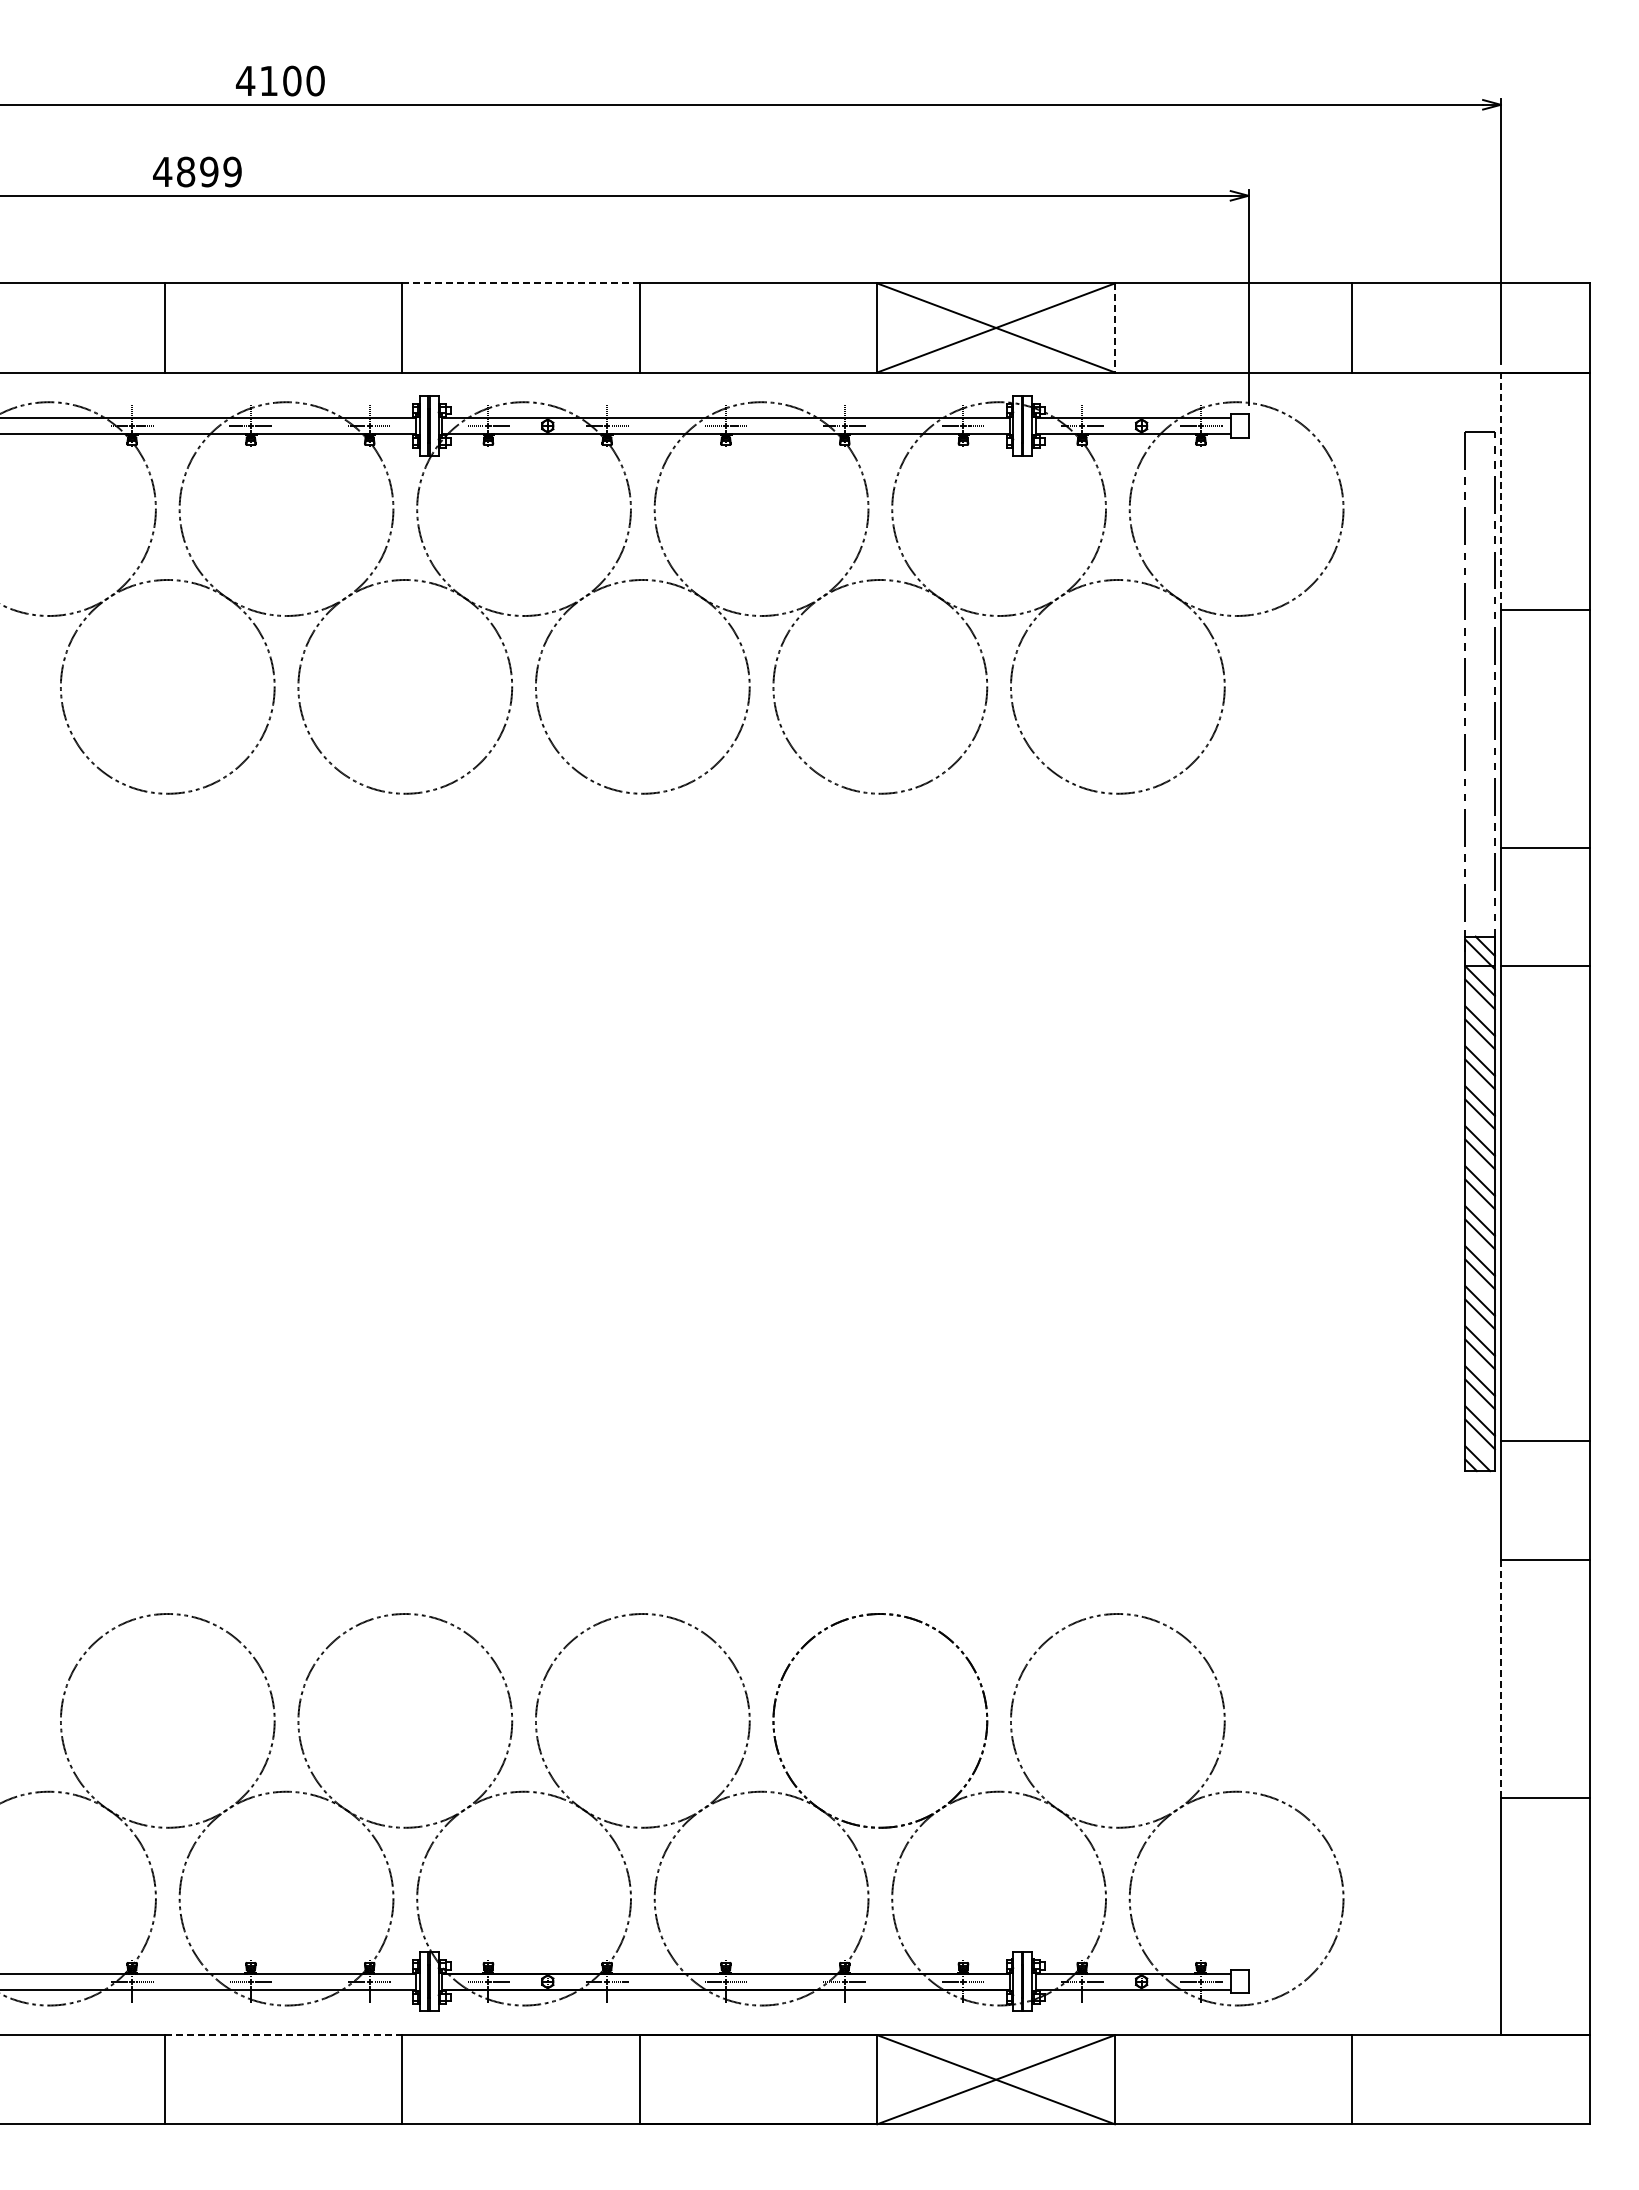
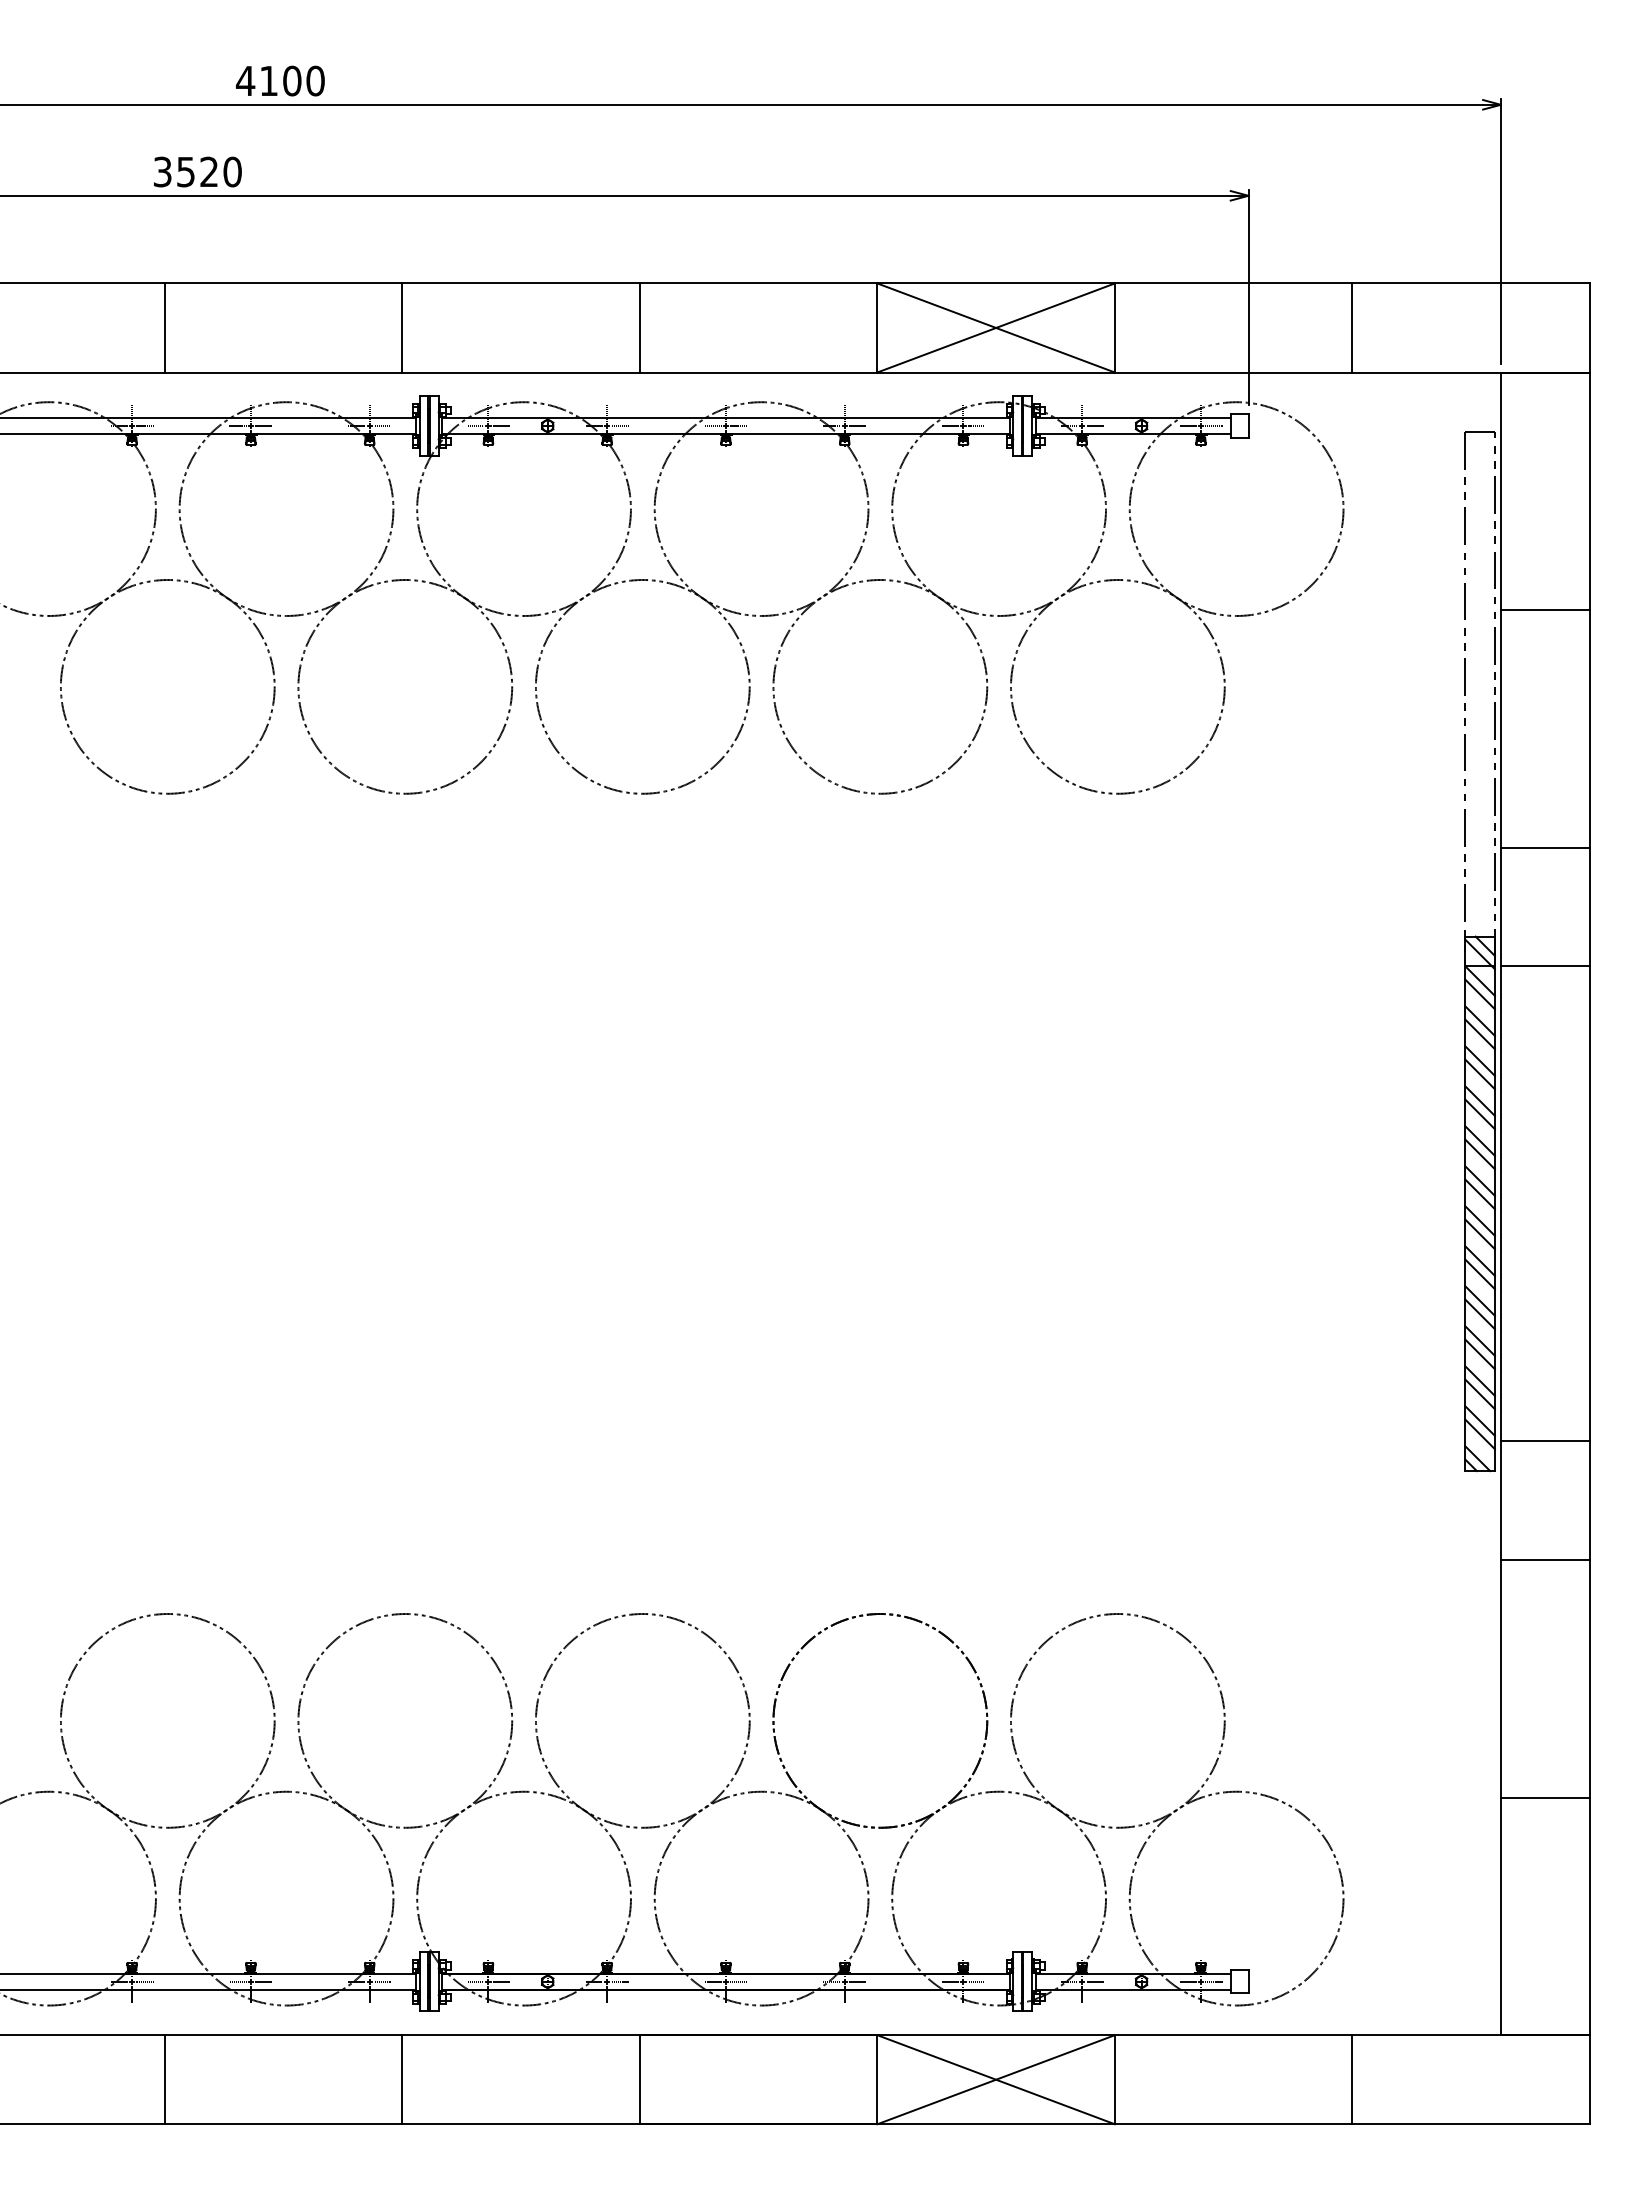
text at (197, 171): 4899 -> 3520
line at (521, 283): dashed -> solid
line at (1114, 327): dashed -> solid
line at (1500, 491): dashed -> solid
line at (1500, 1678): dashed -> solid
line at (283, 2035): dashed -> solid
